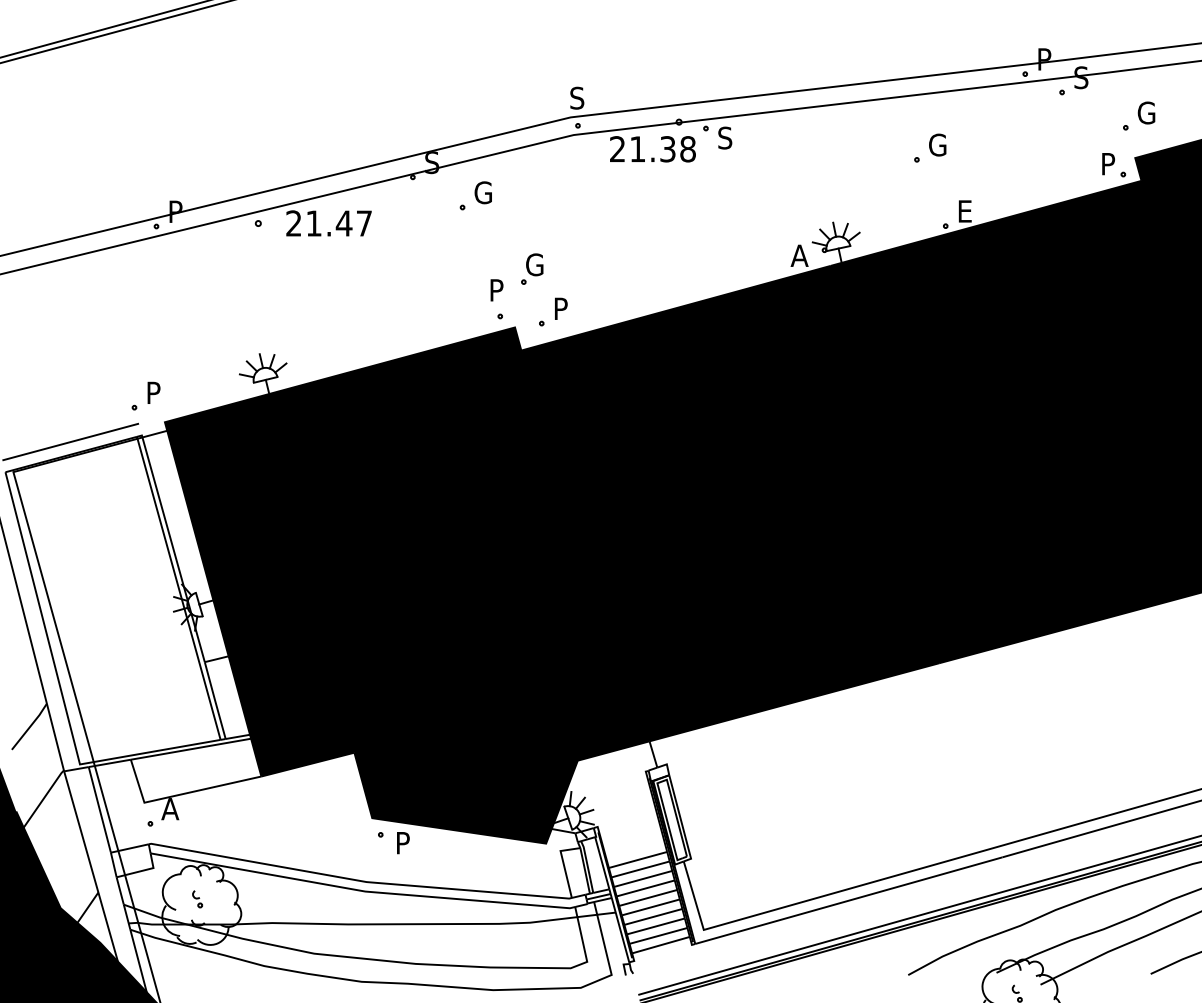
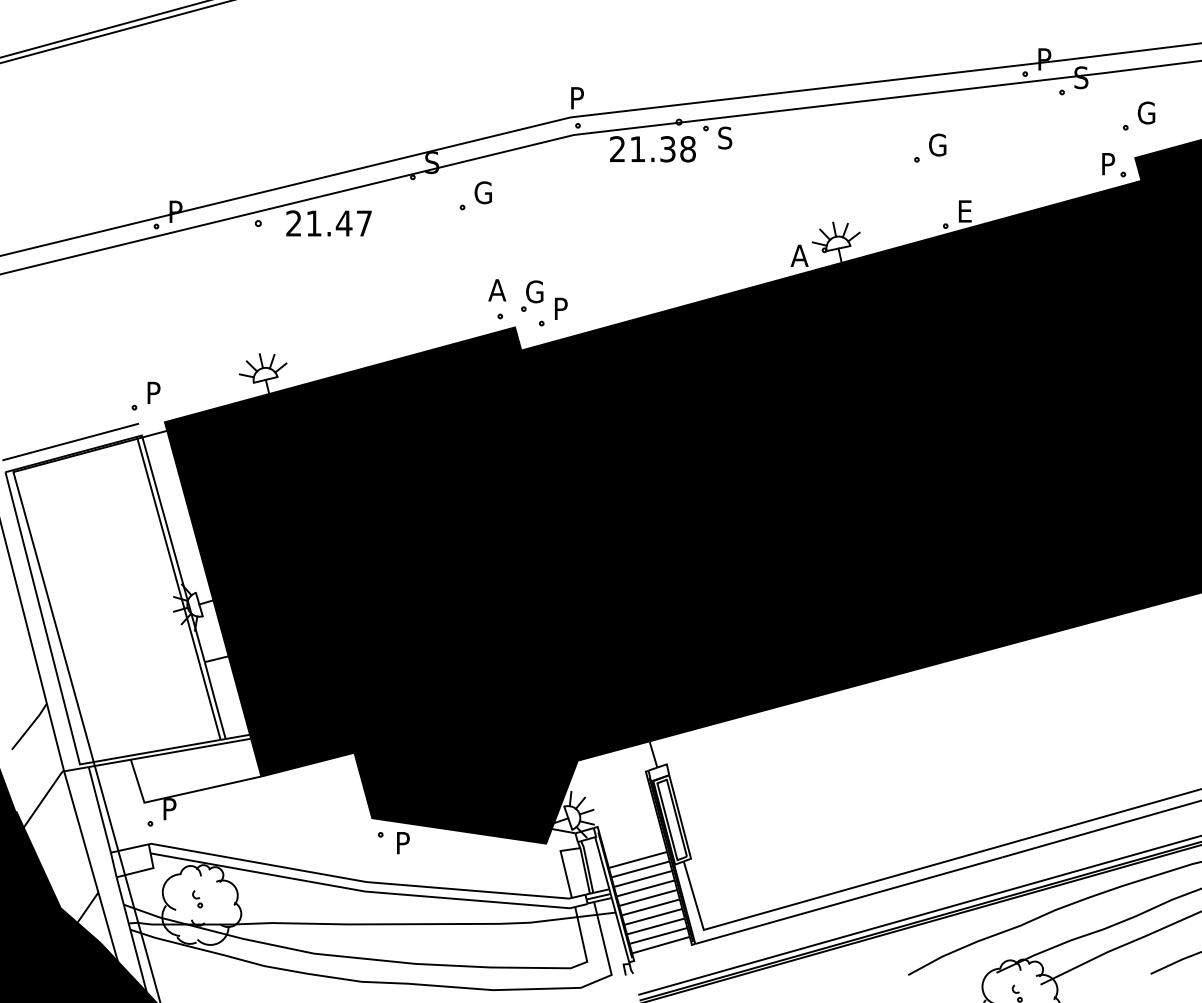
text at (577, 97): S -> P
part at (532, 268) position: (532, 268) -> (532, 295)
text at (497, 290): P -> A
text at (170, 809): A -> P
